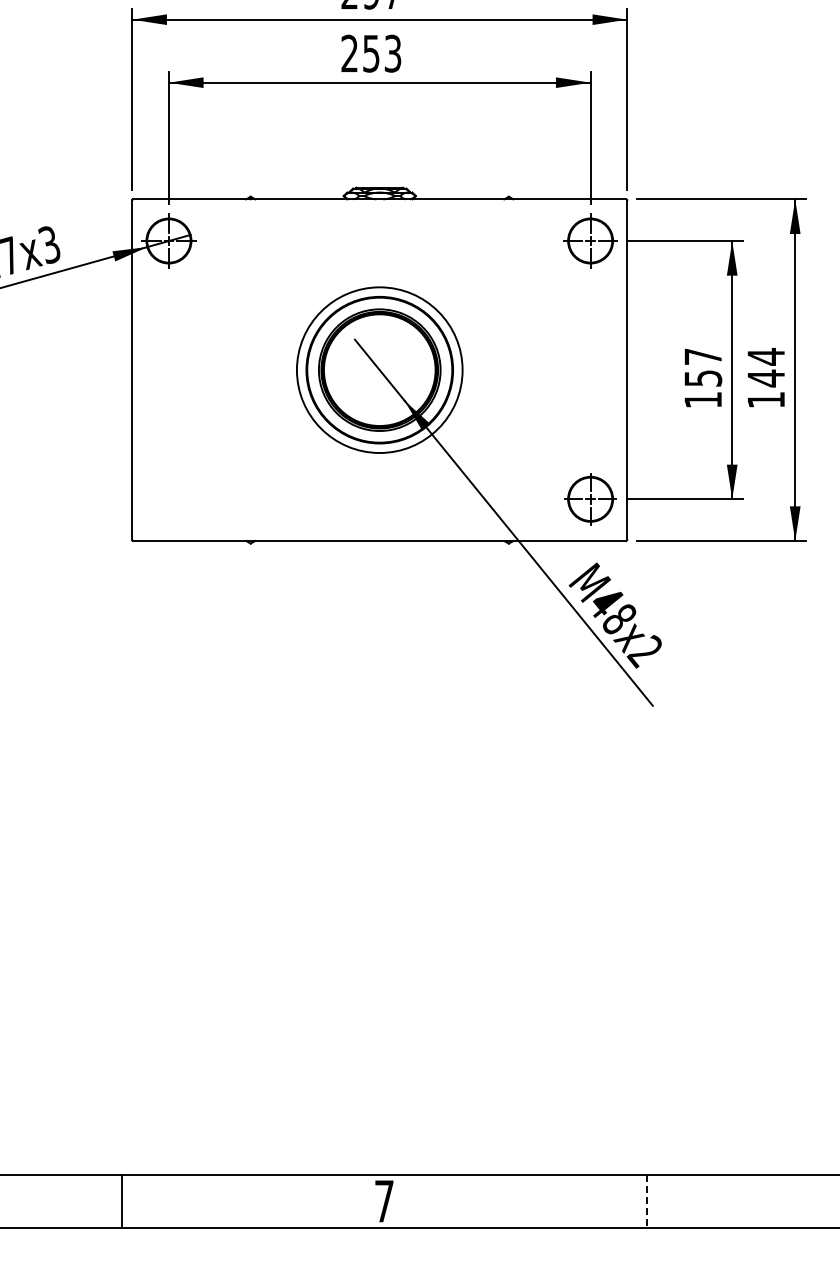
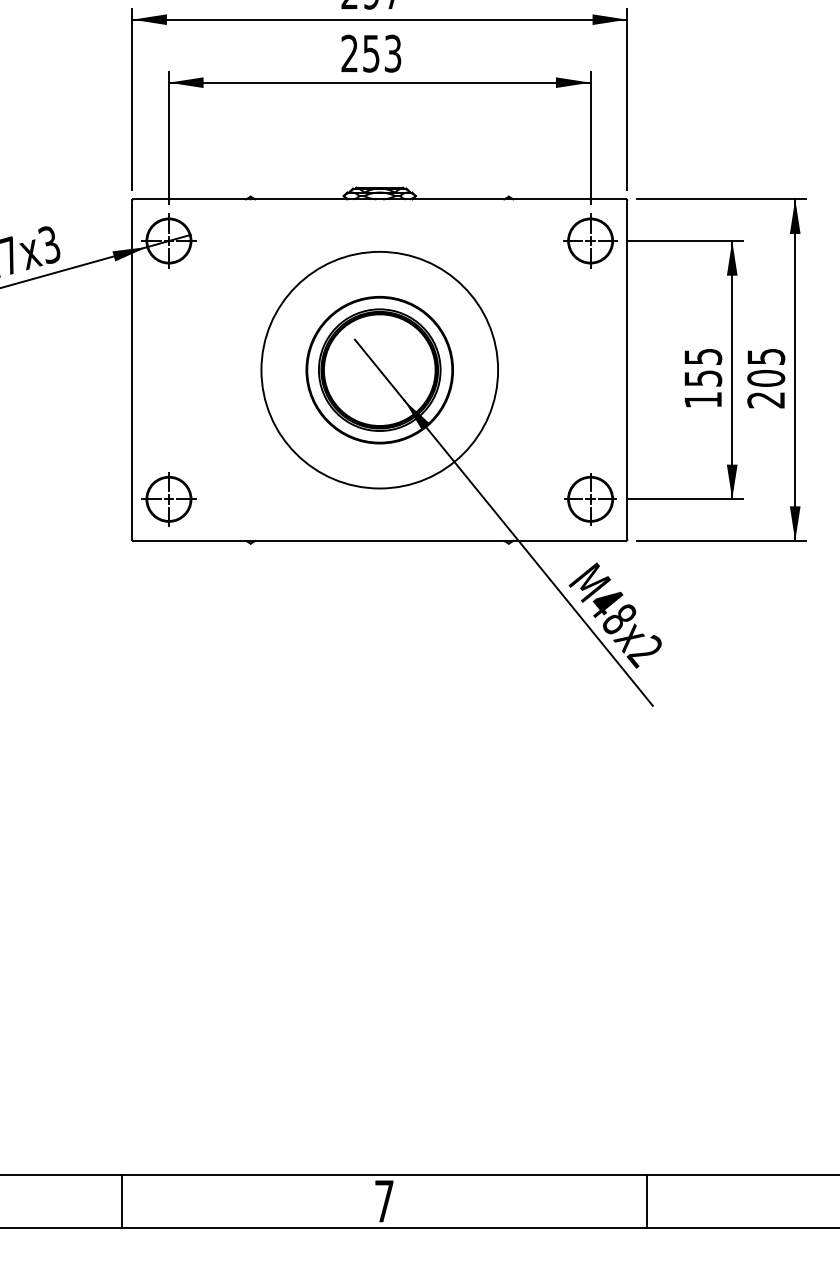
text at (703, 356): 157 -> 155
circle at (379, 370) diameter: 166 px -> 237 px
text at (766, 377): 144 -> 205
part at (168, 499): none -> present
line at (647, 1202): dashed -> solid
